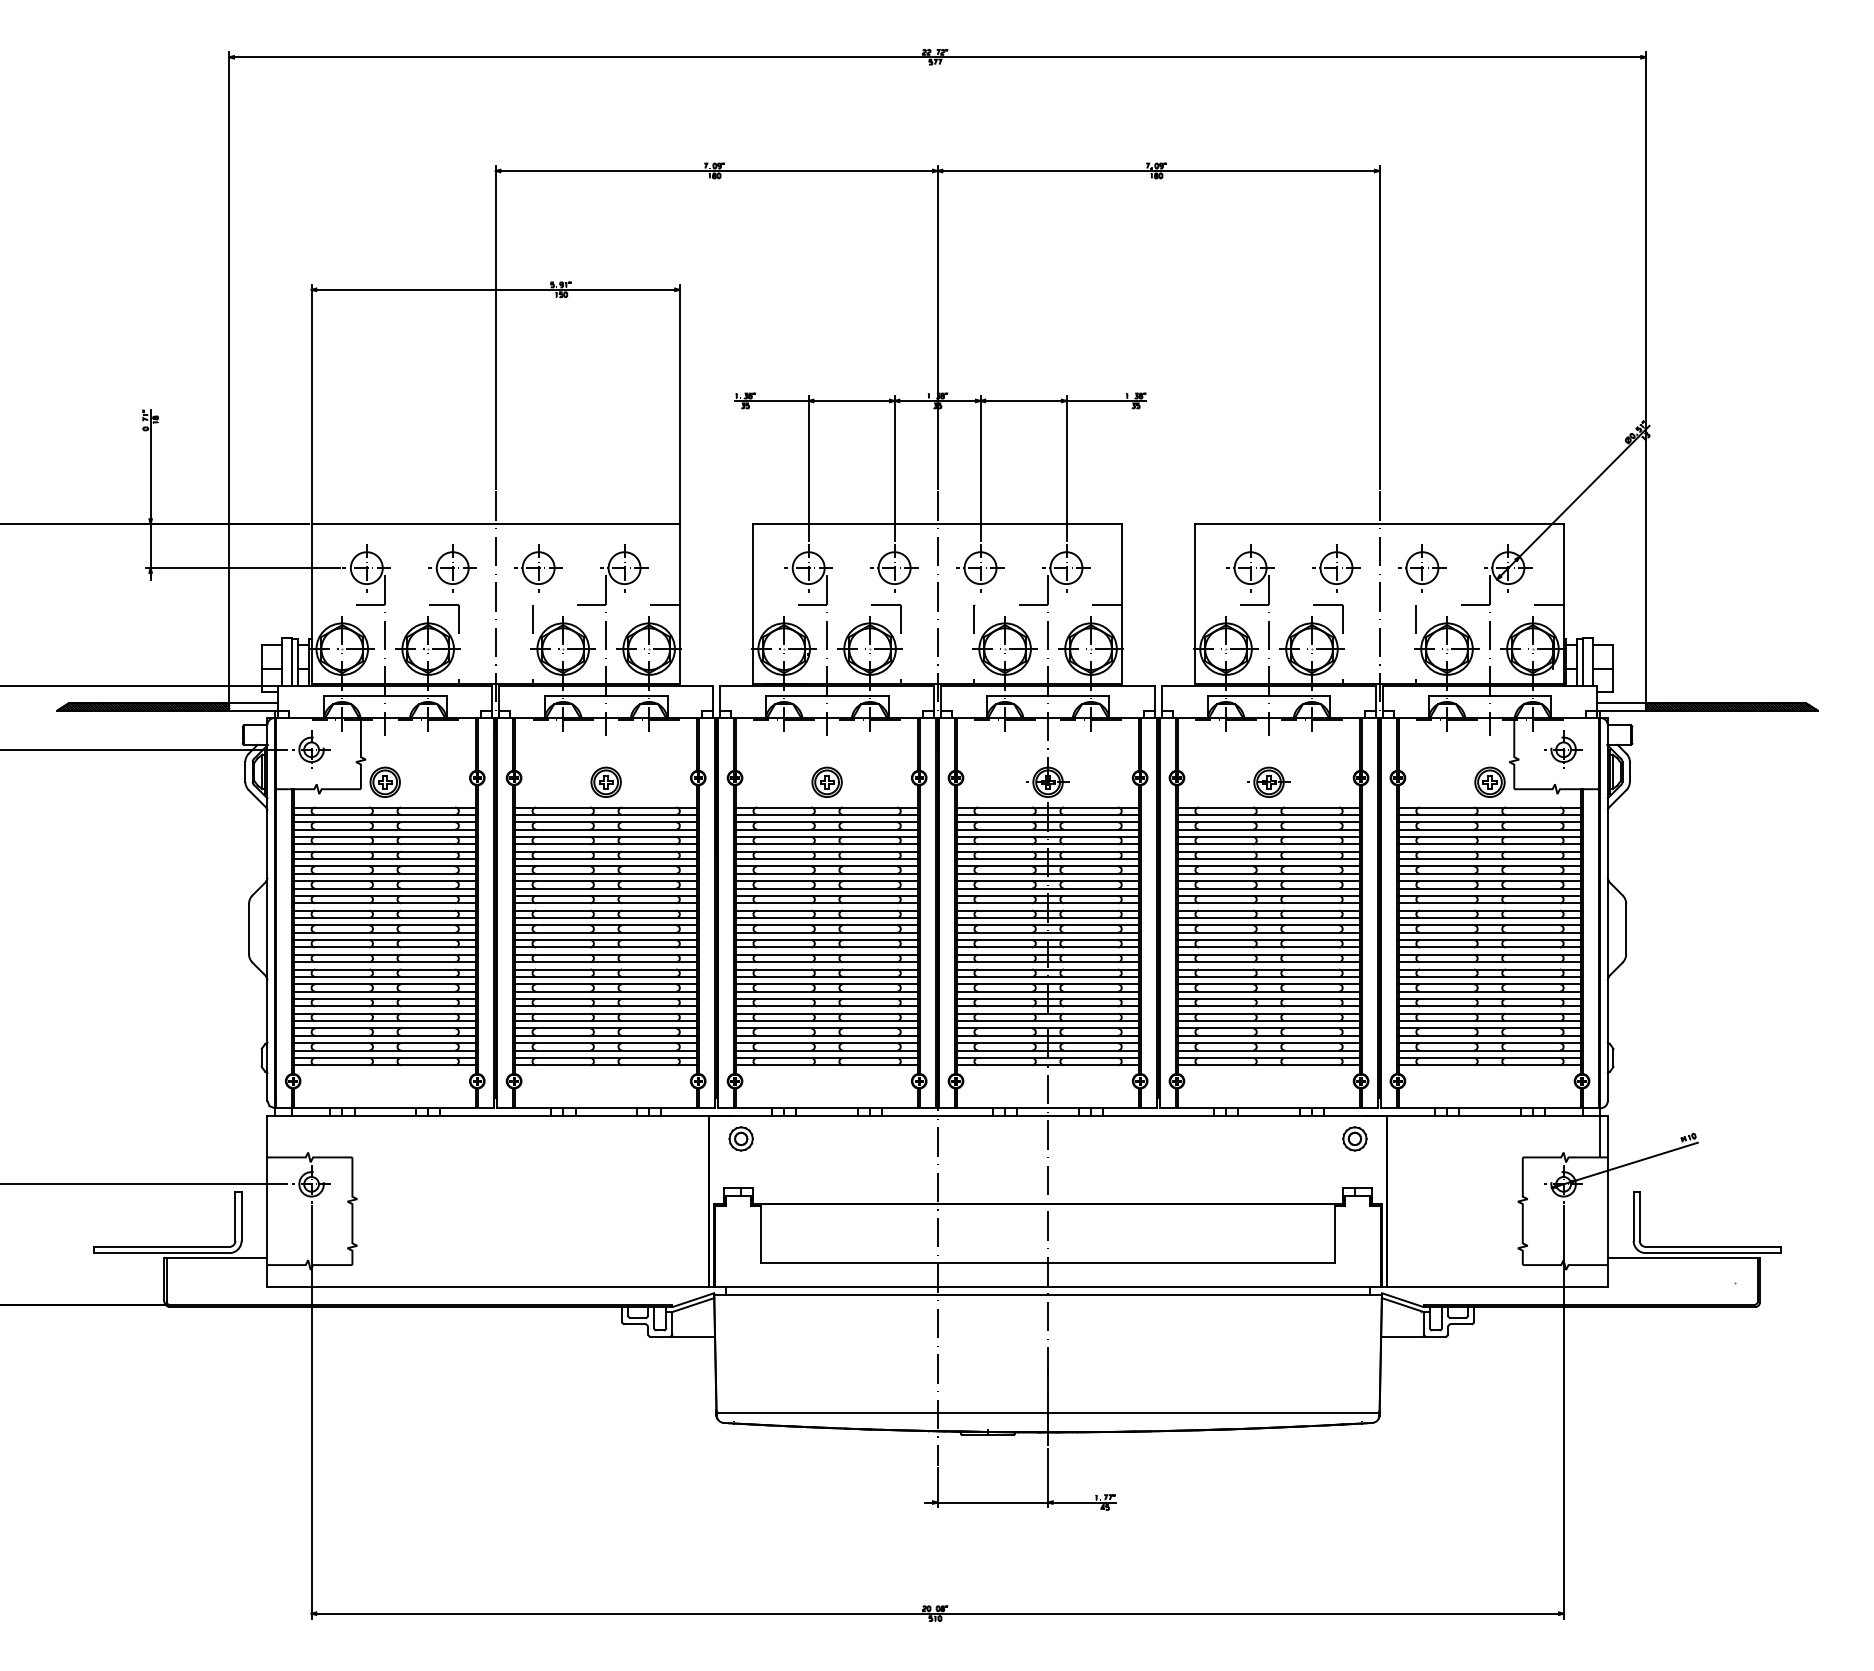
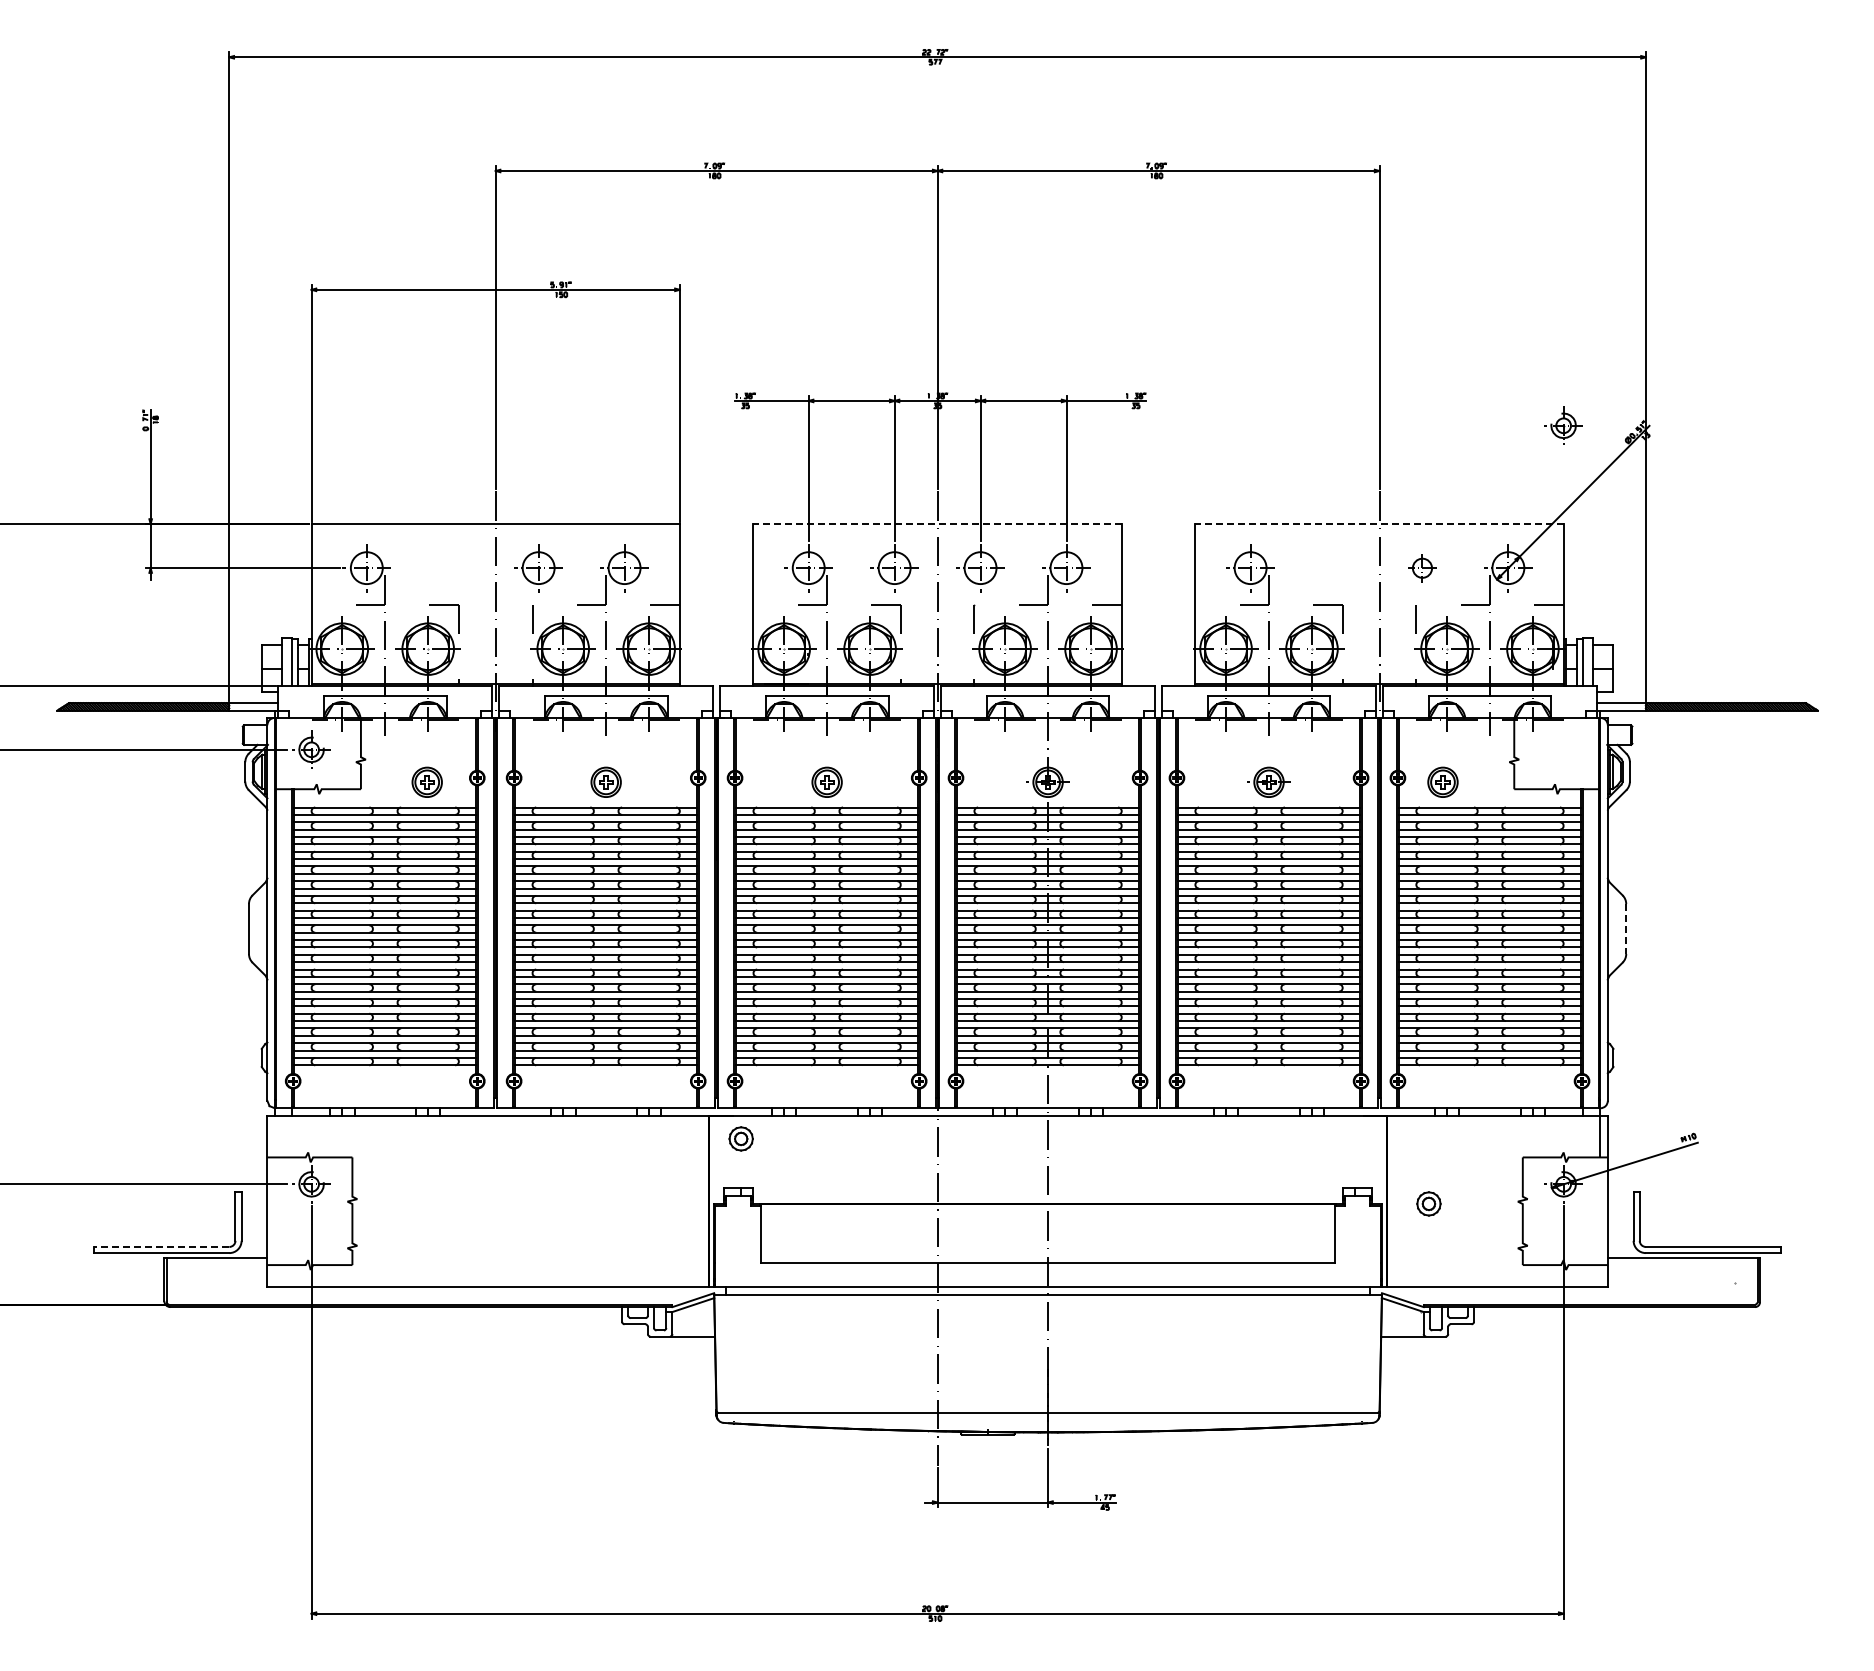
line at (937, 523): solid -> dashed
line at (1379, 523): solid -> dashed
part at (452, 568): present -> none
part at (1336, 568): present -> none
part at (1422, 568) size: 49x49 px -> 29x29 px
part at (1563, 749) position: (1563, 749) -> (1563, 425)
part at (384, 781) position: (384, 781) -> (426, 781)
part at (1489, 781) position: (1489, 781) -> (1442, 781)
line at (1626, 929): solid -> dashed
part at (1354, 1138) position: (1354, 1138) -> (1428, 1203)
line at (161, 1246): solid -> dashed
